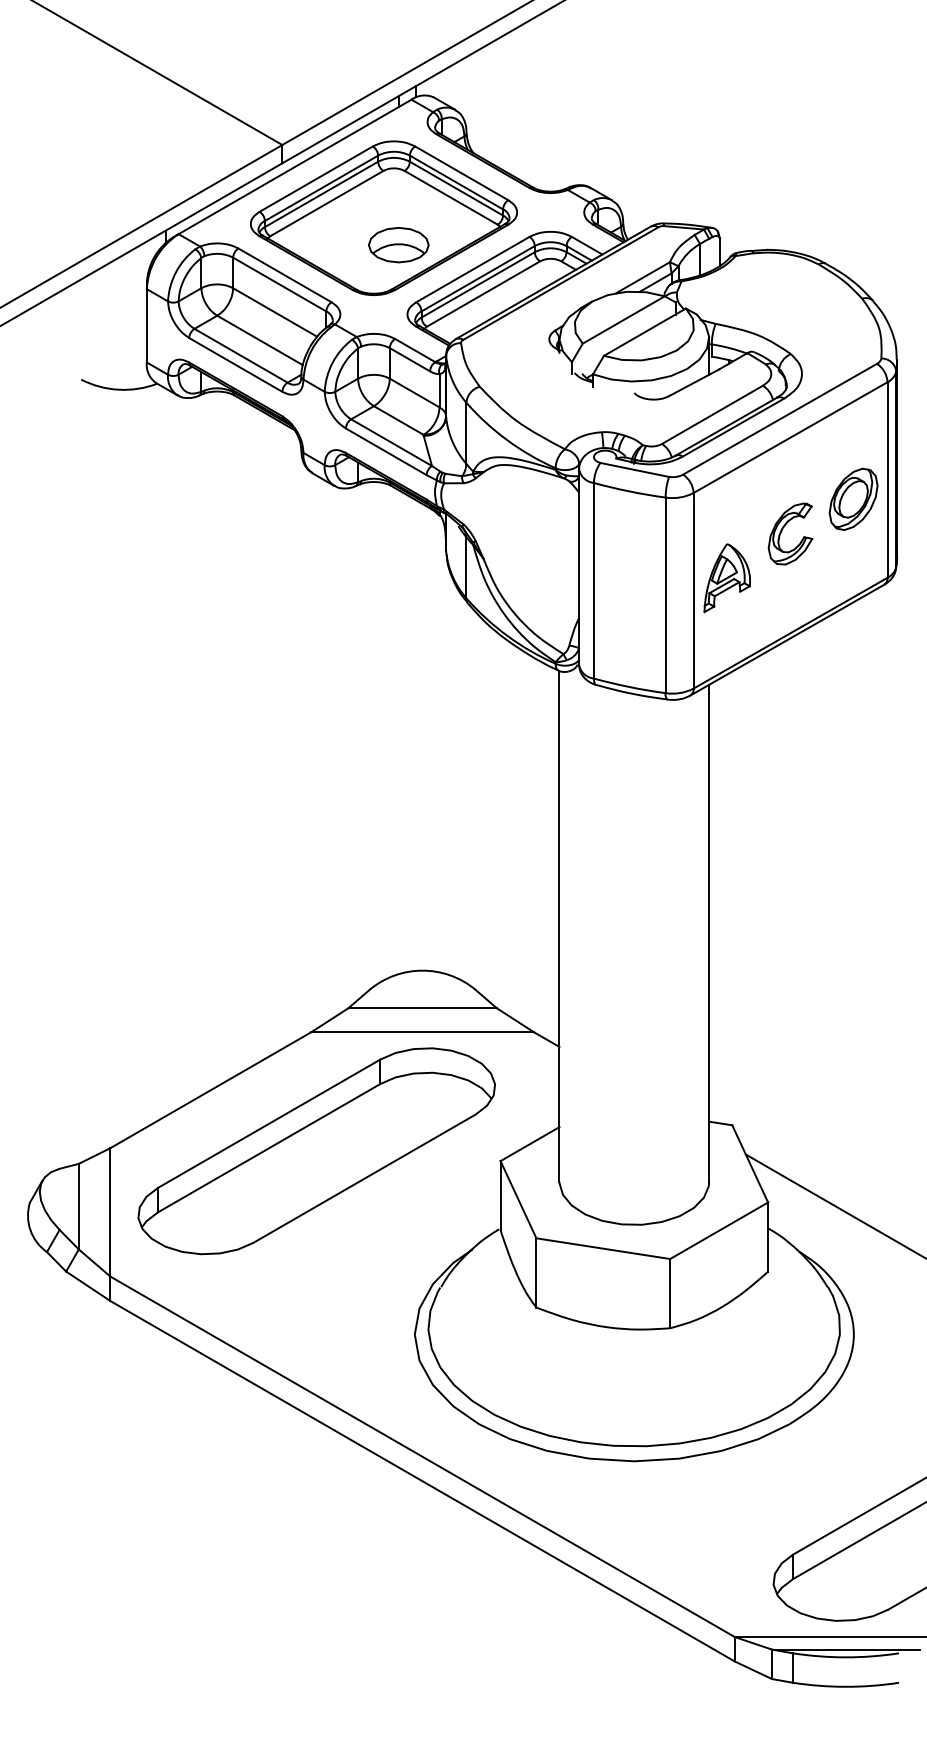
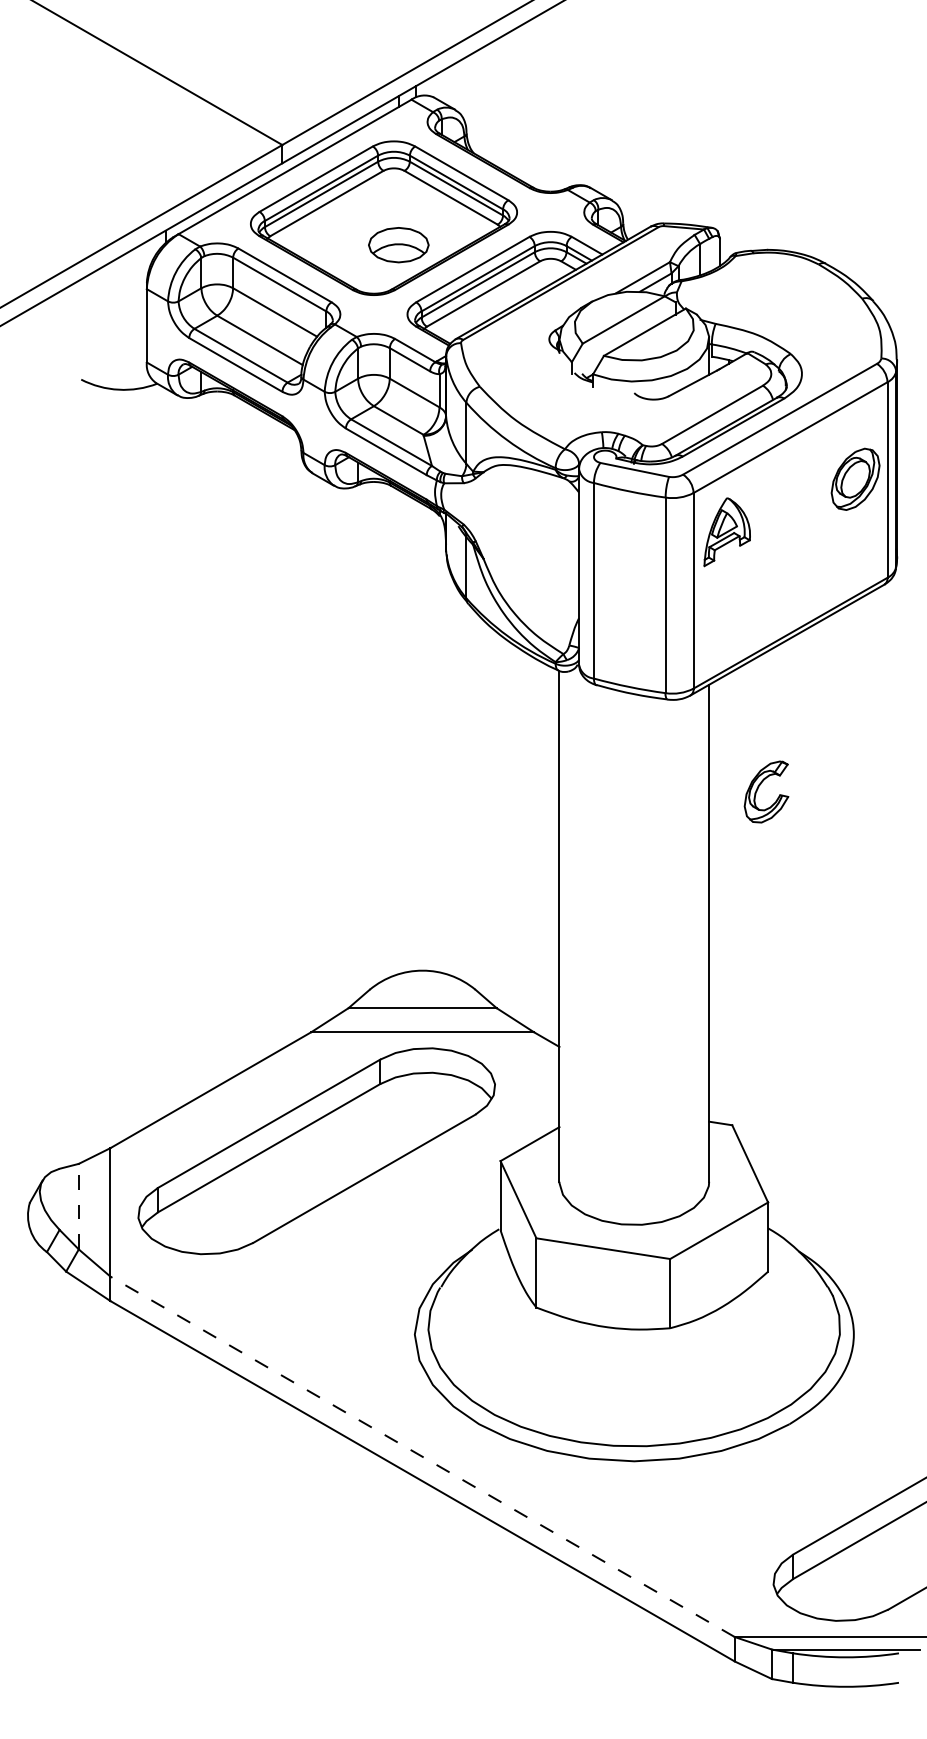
part at (853, 498) position: (853, 498) -> (855, 478)
part at (783, 529) position: (783, 529) -> (759, 787)
part at (726, 578) position: (726, 578) -> (726, 532)
line at (834, 1205): present -> none
line at (78, 1206): solid -> dashed
line at (422, 1456): solid -> dashed
